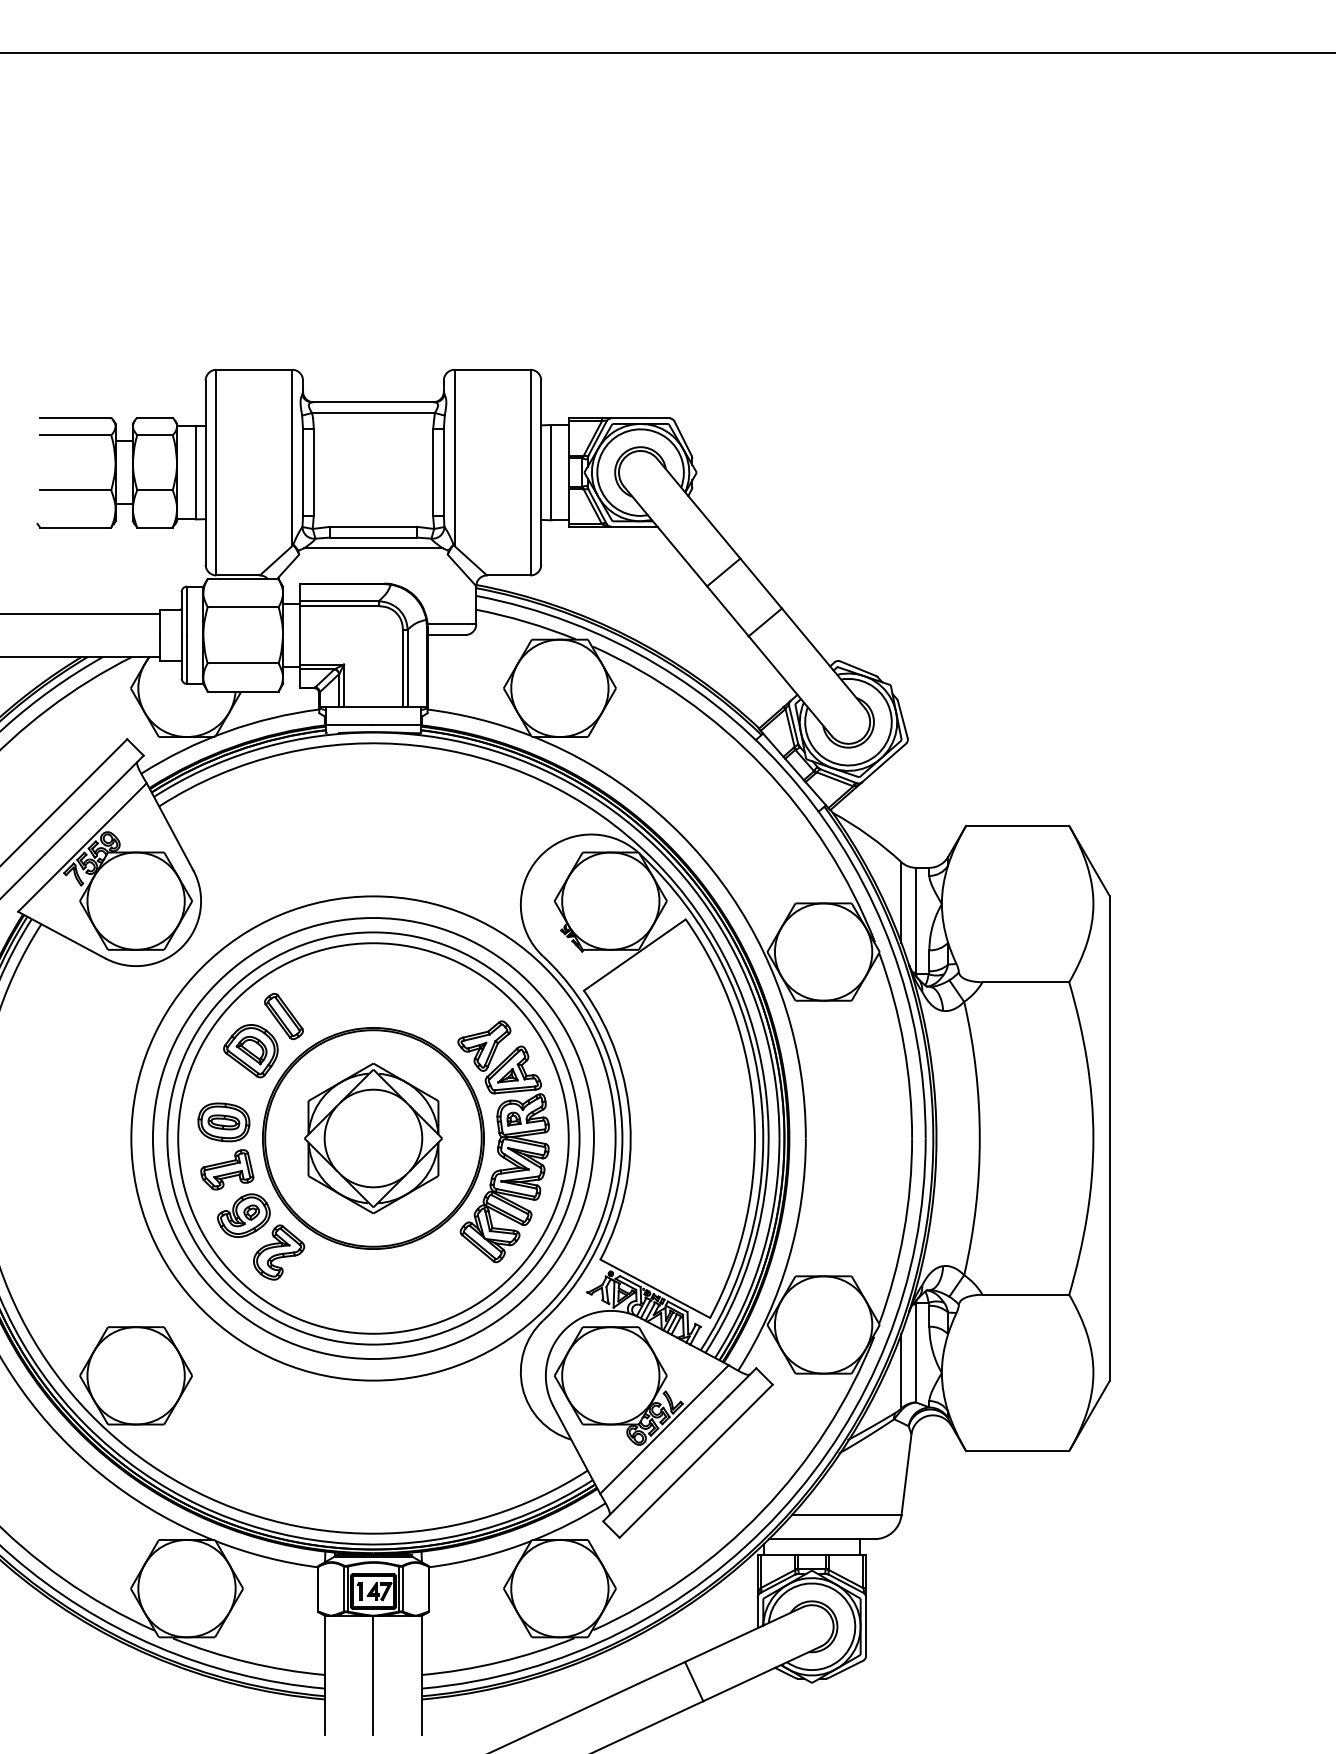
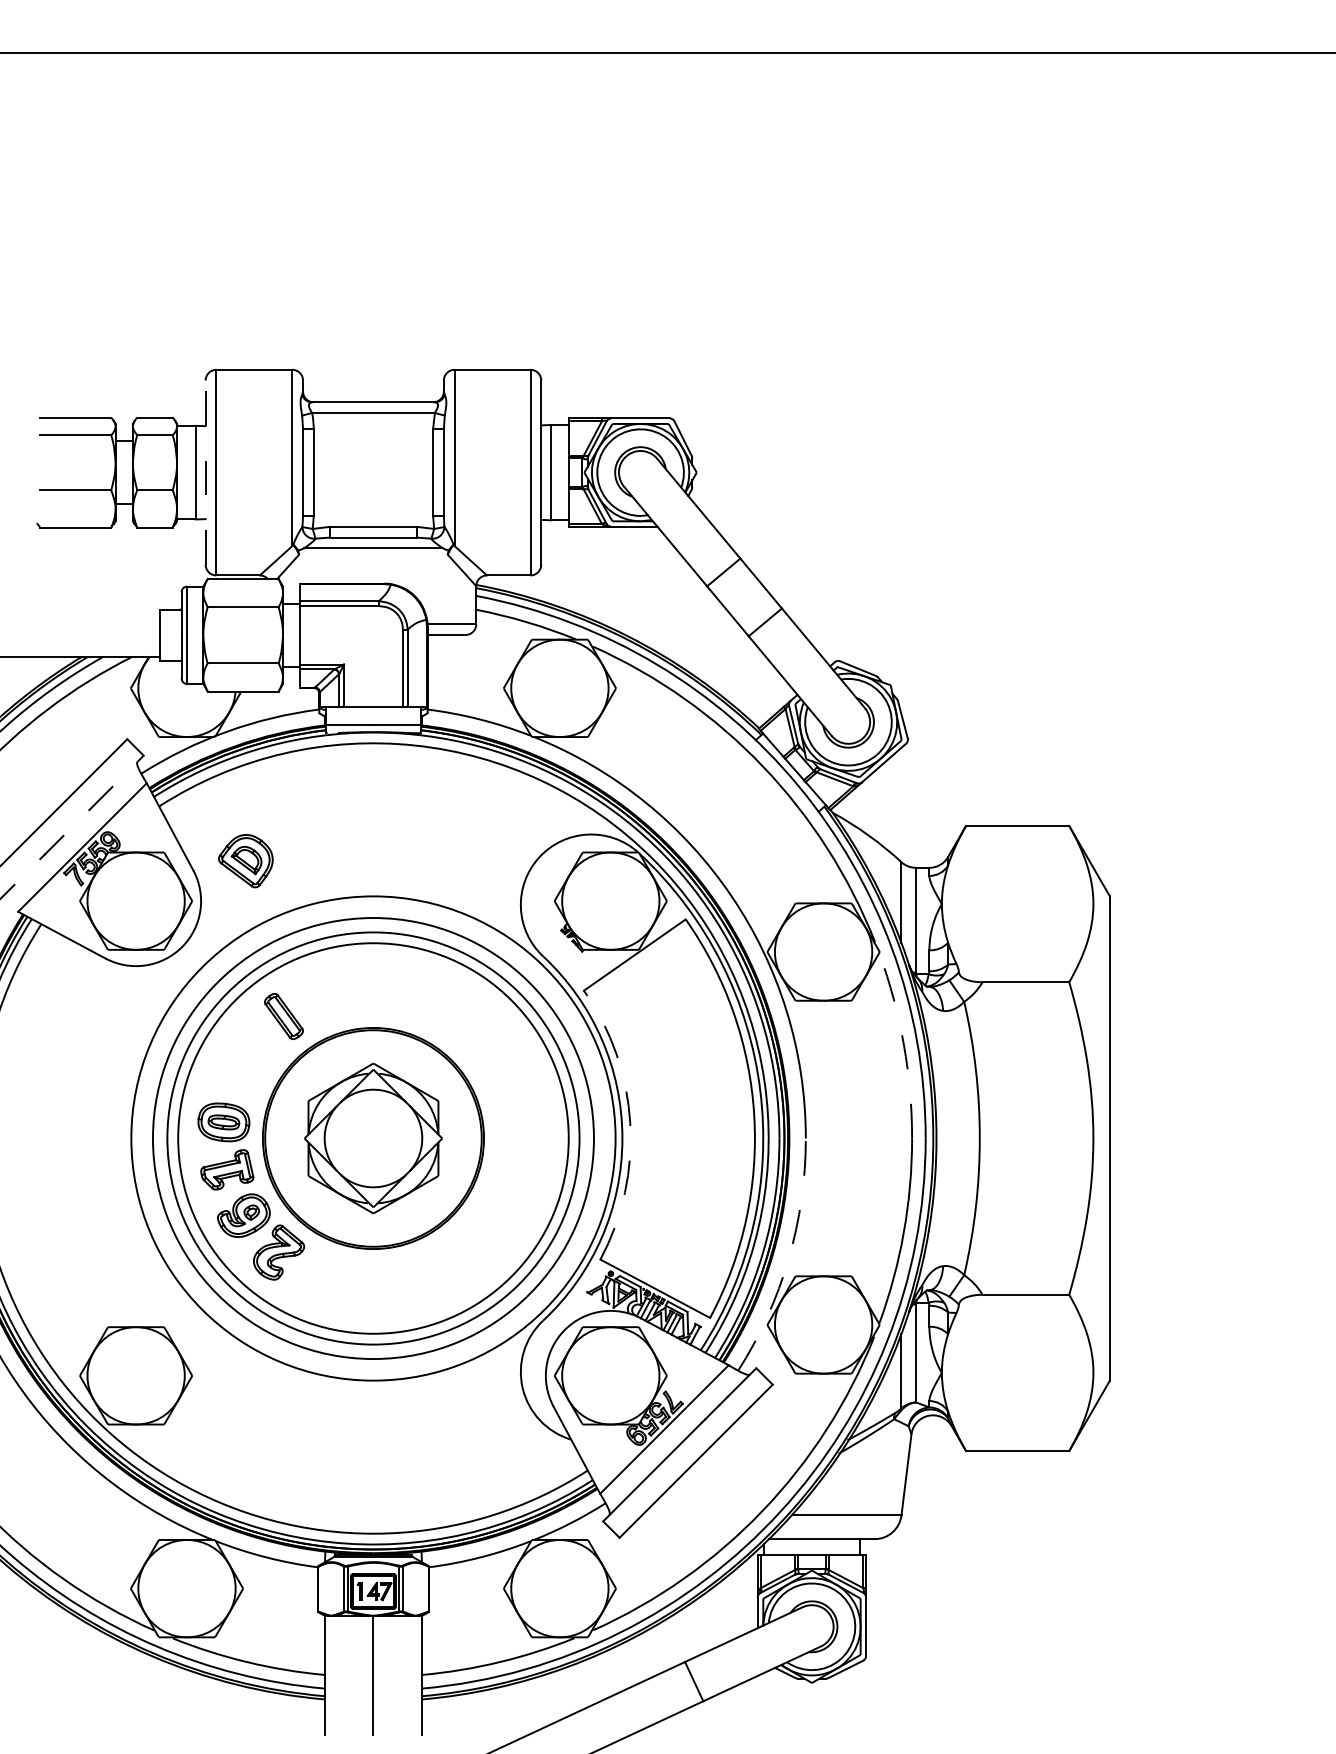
line at (205, 472): solid -> dashed
line at (81, 613): present -> none
line at (72, 826): solid -> dashed
arc at (903, 1044): solid -> dashed
part at (250, 1051) position: (250, 1051) -> (245, 861)
arc at (630, 1122): solid -> dashed
part at (503, 1141): present -> none
arc at (788, 1259): solid -> dashed
